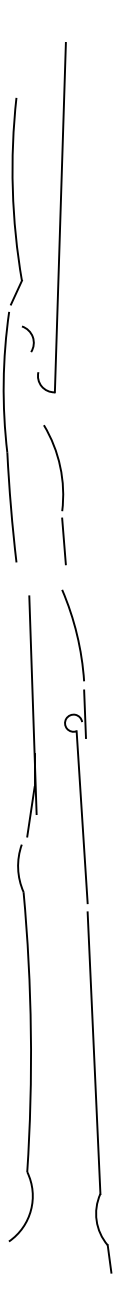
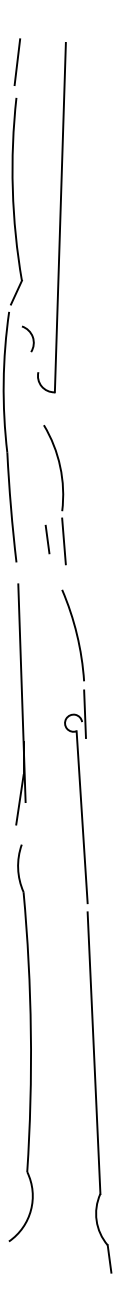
line at (17, 62): none -> present
line at (47, 539): none -> present
part at (31, 716) position: (31, 716) -> (20, 704)
